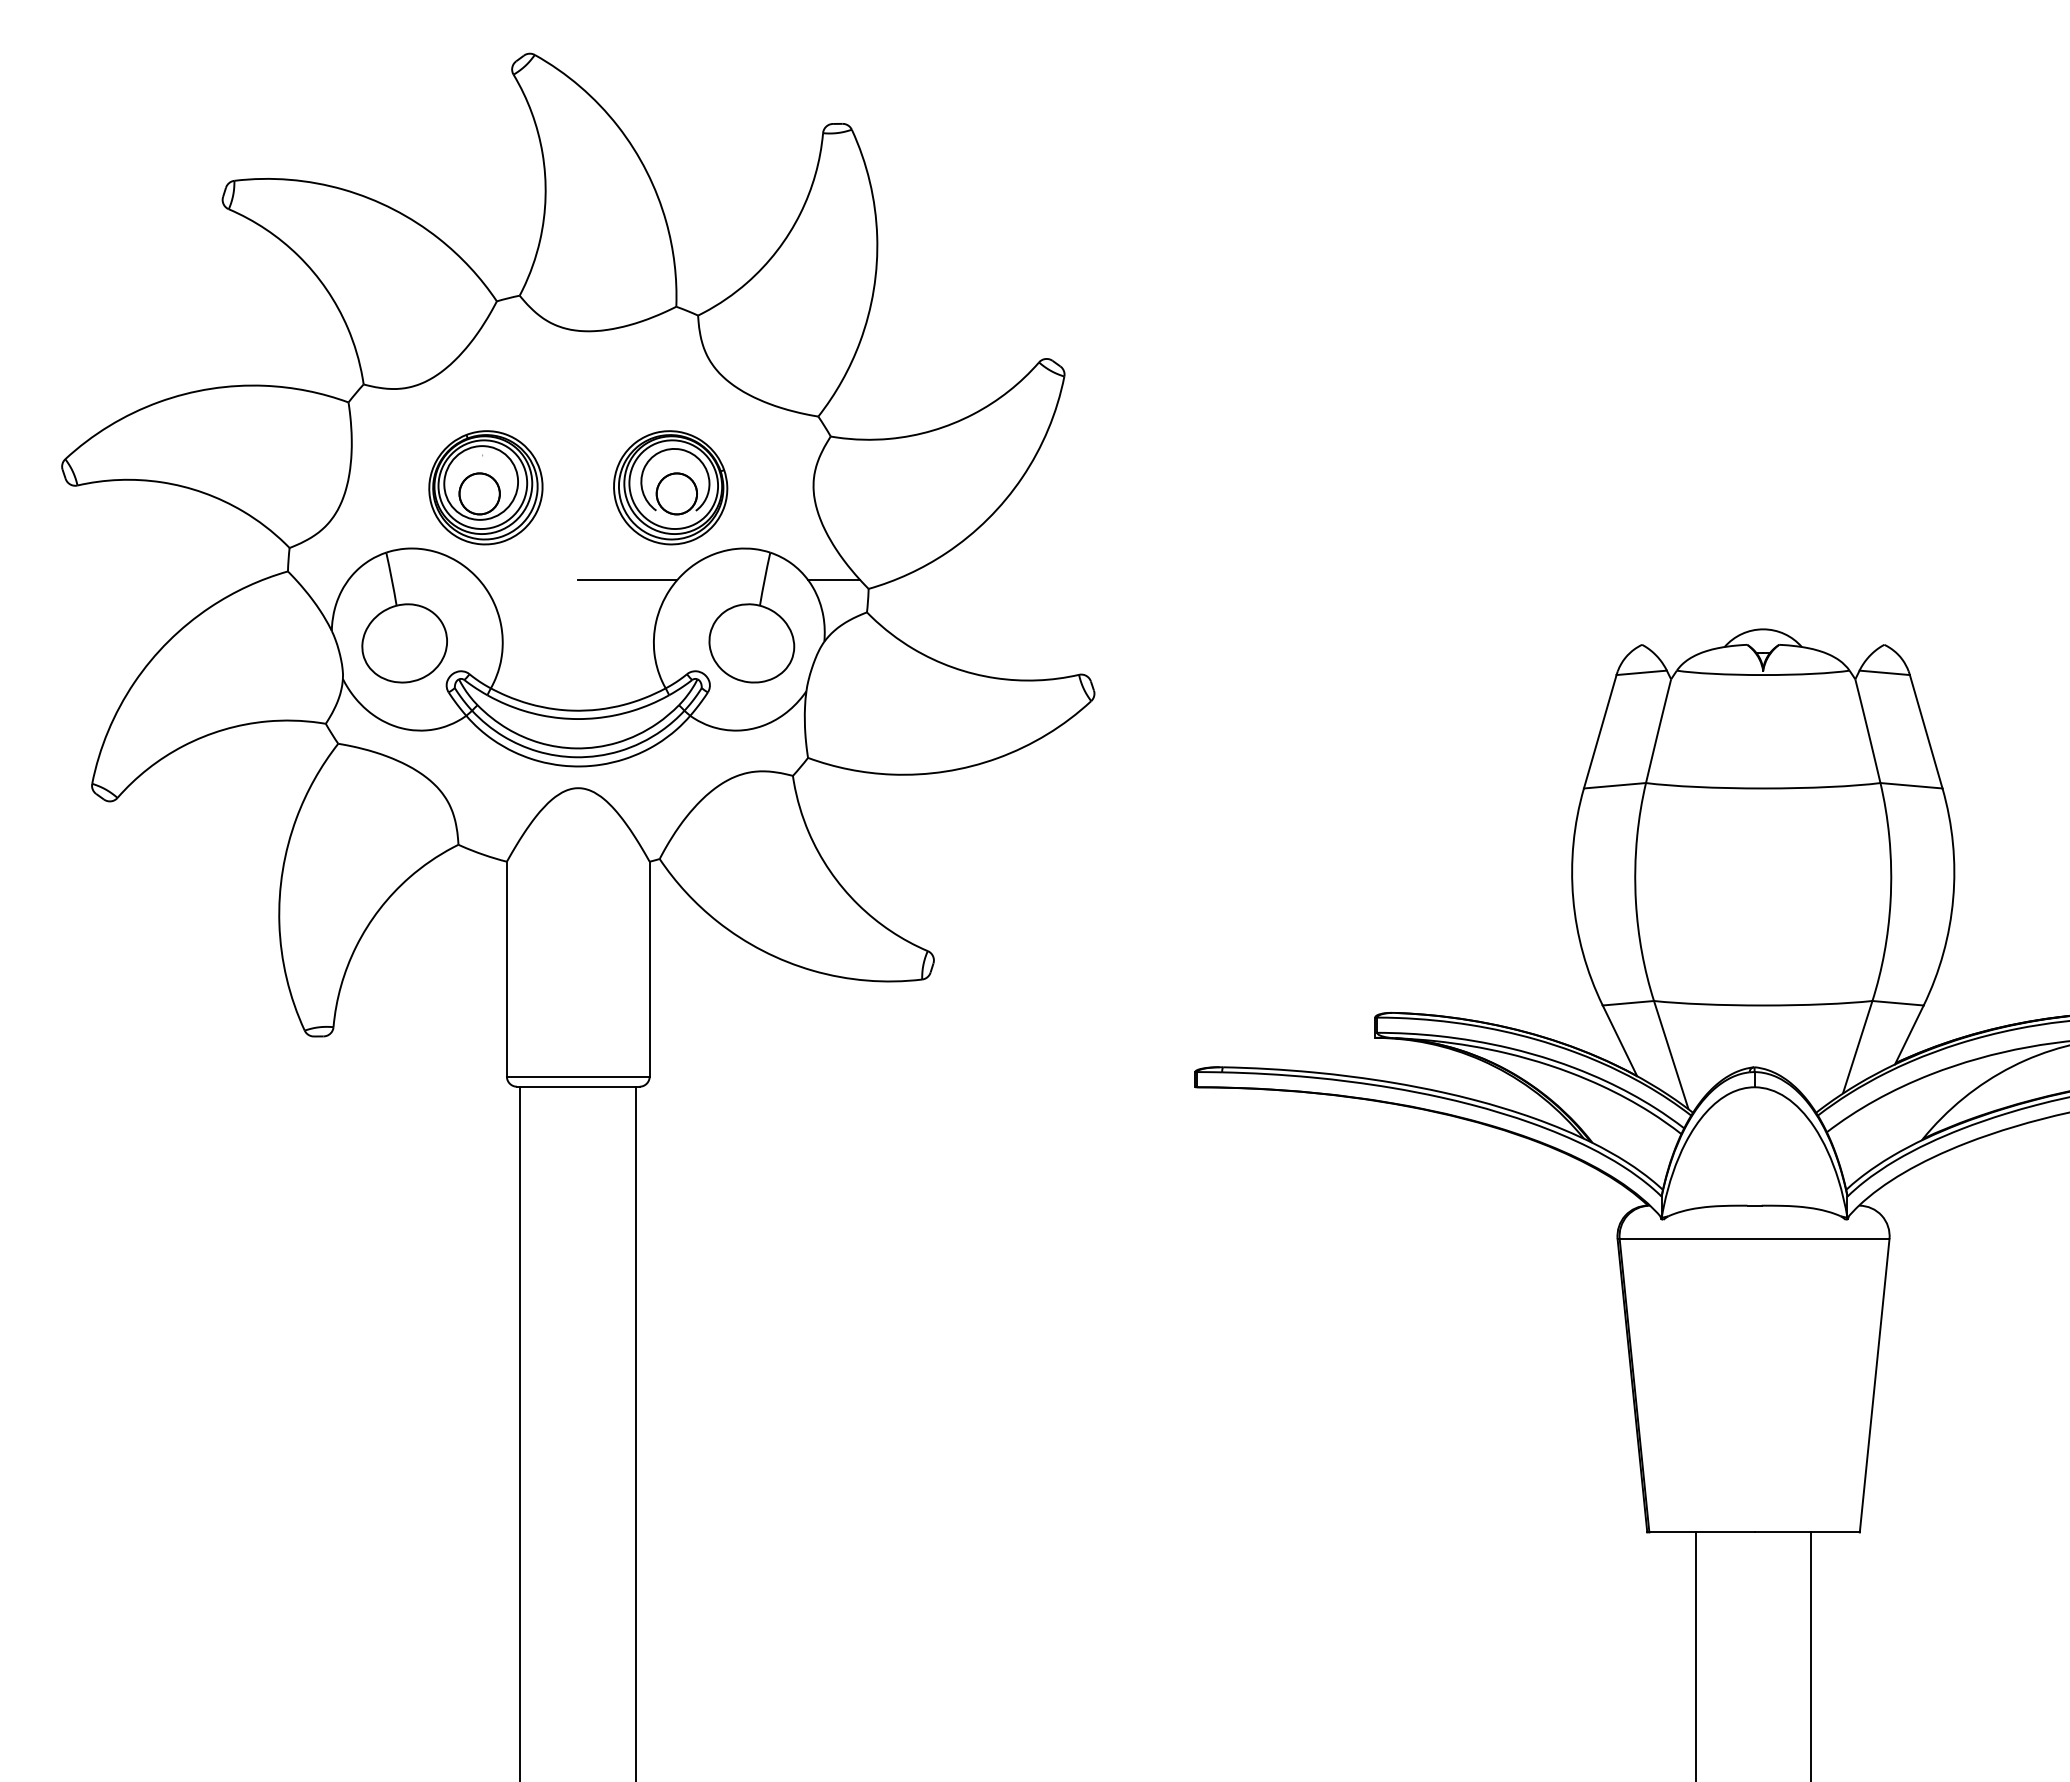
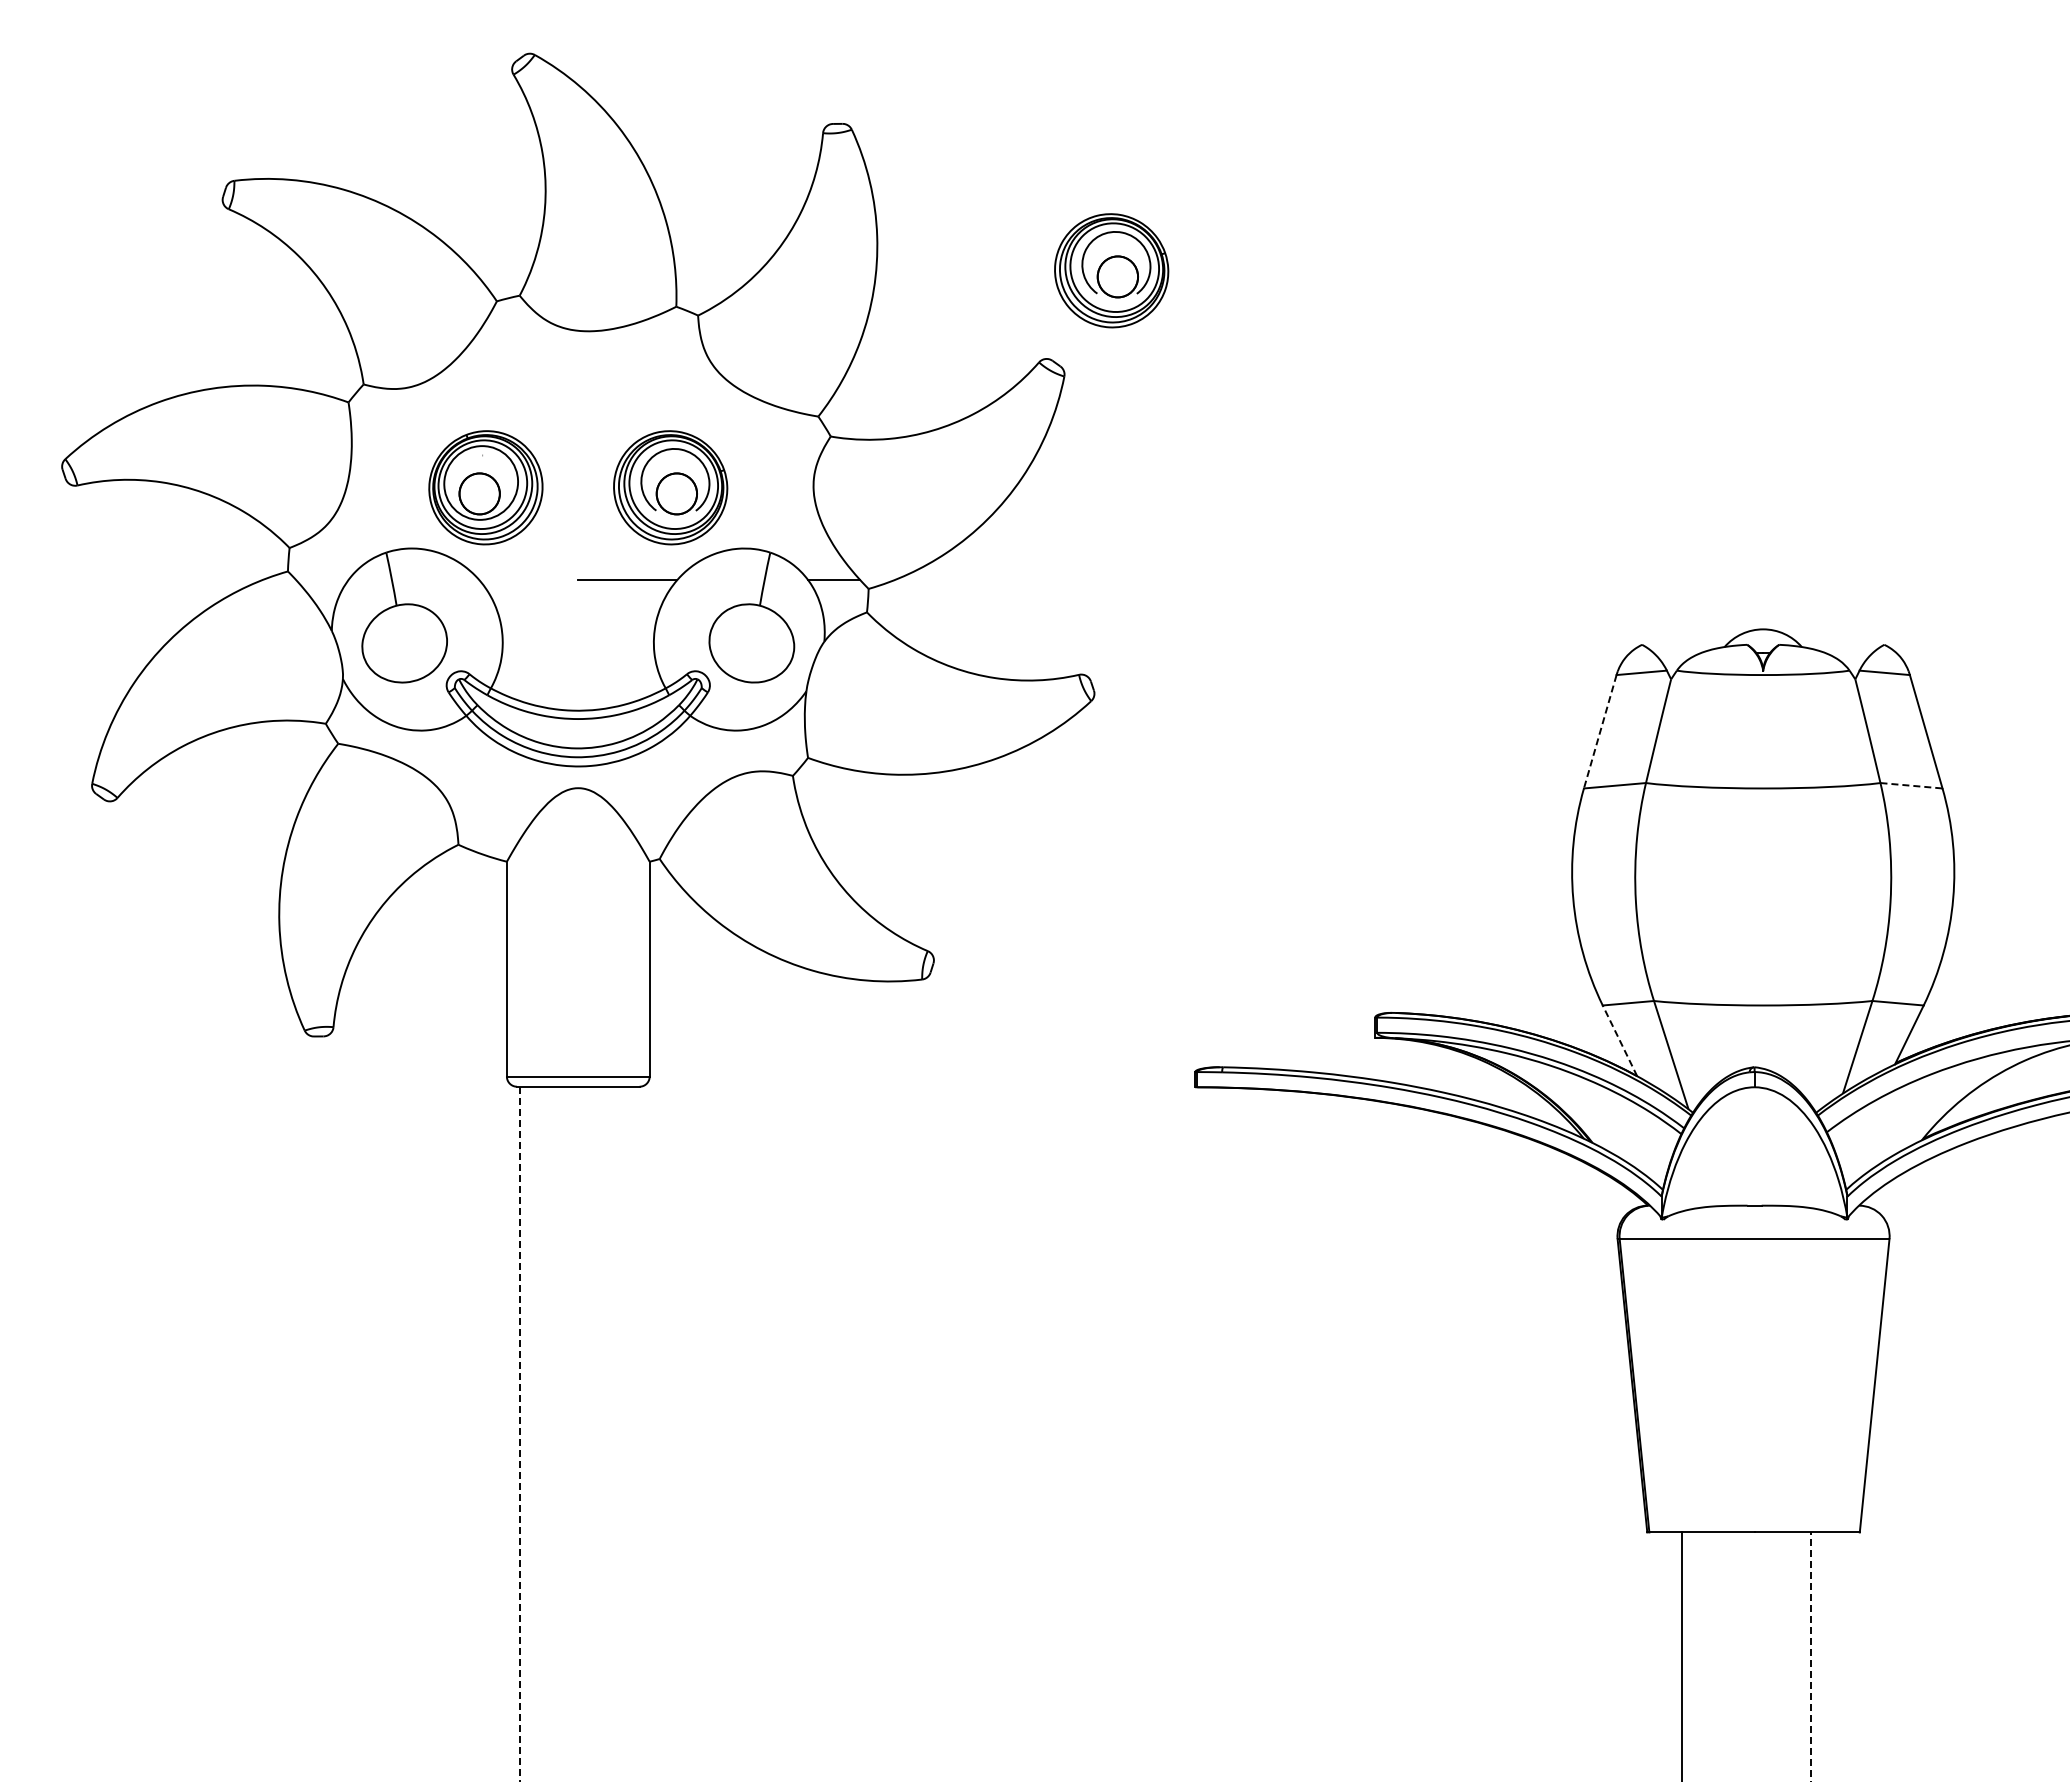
part at (1111, 270): none -> present
line at (1600, 732): solid -> dashed
line at (1911, 785): solid -> dashed
line at (1619, 1040): solid -> dashed
line at (635, 1432): present -> none
line at (520, 1434): solid -> dashed
line at (1695, 1655) position: (1695, 1655) -> (1681, 1655)
line at (1811, 1656): solid -> dashed
